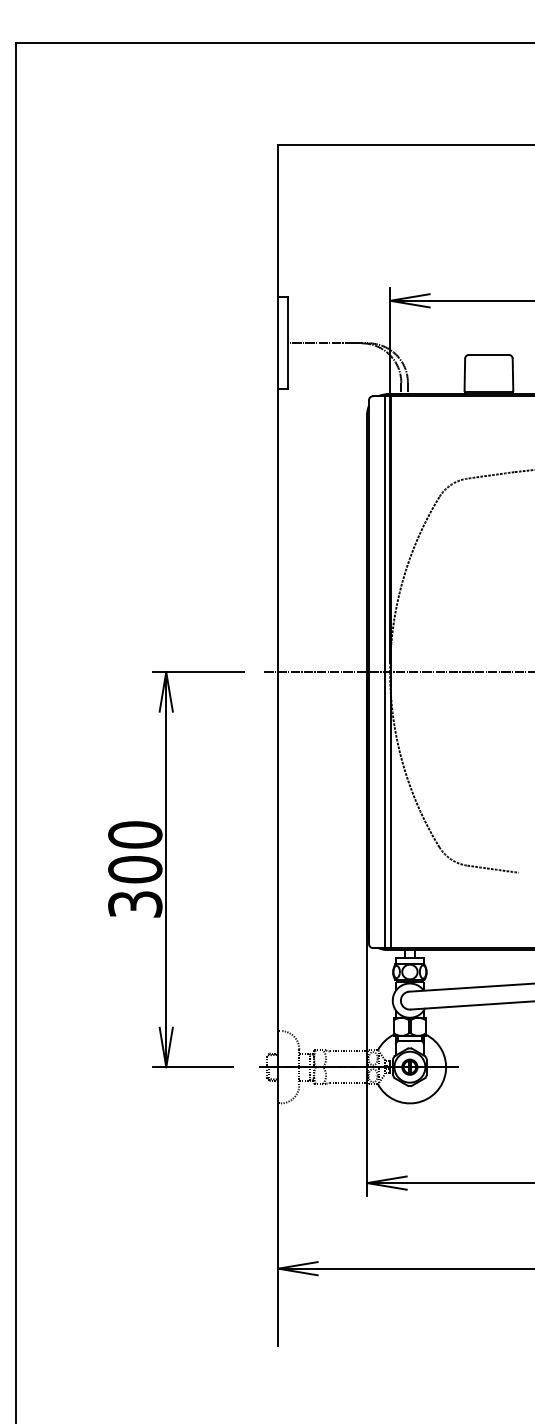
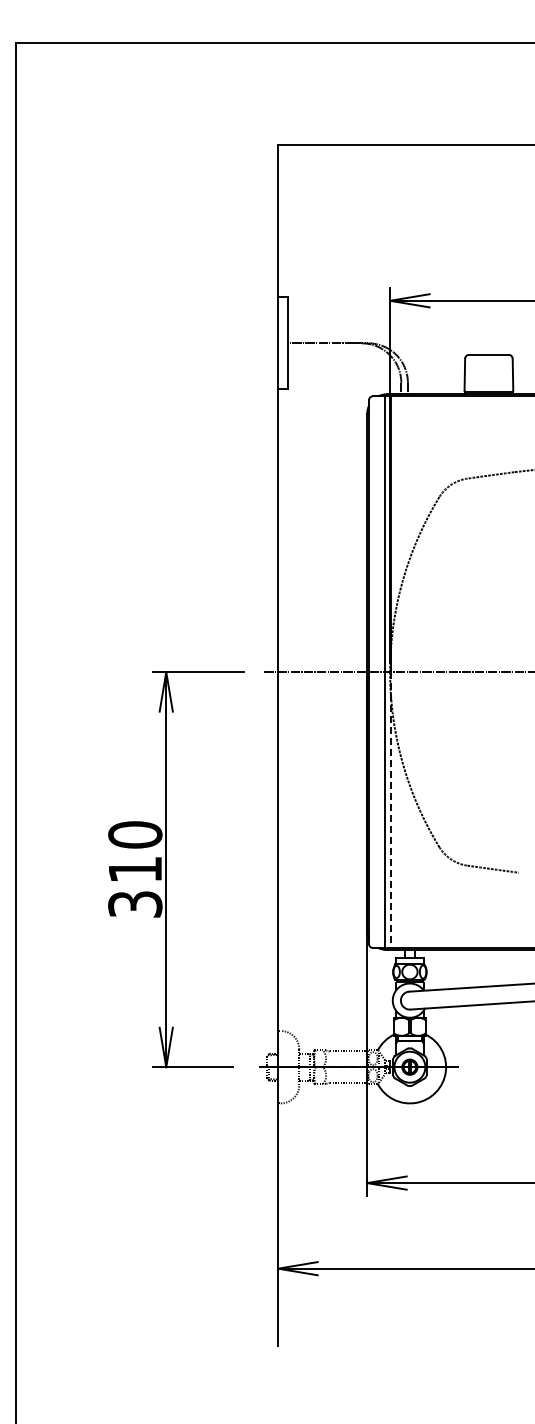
line at (391, 810): solid -> dashed
text at (135, 869): 300 -> 310
